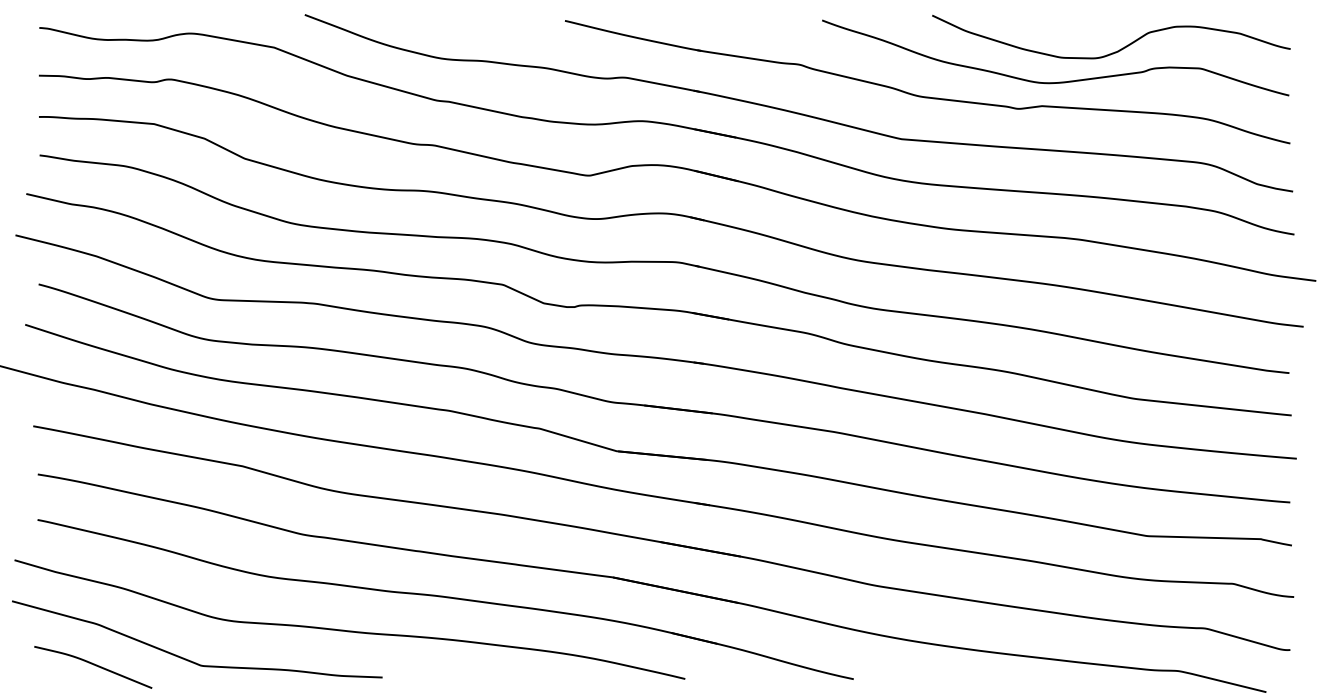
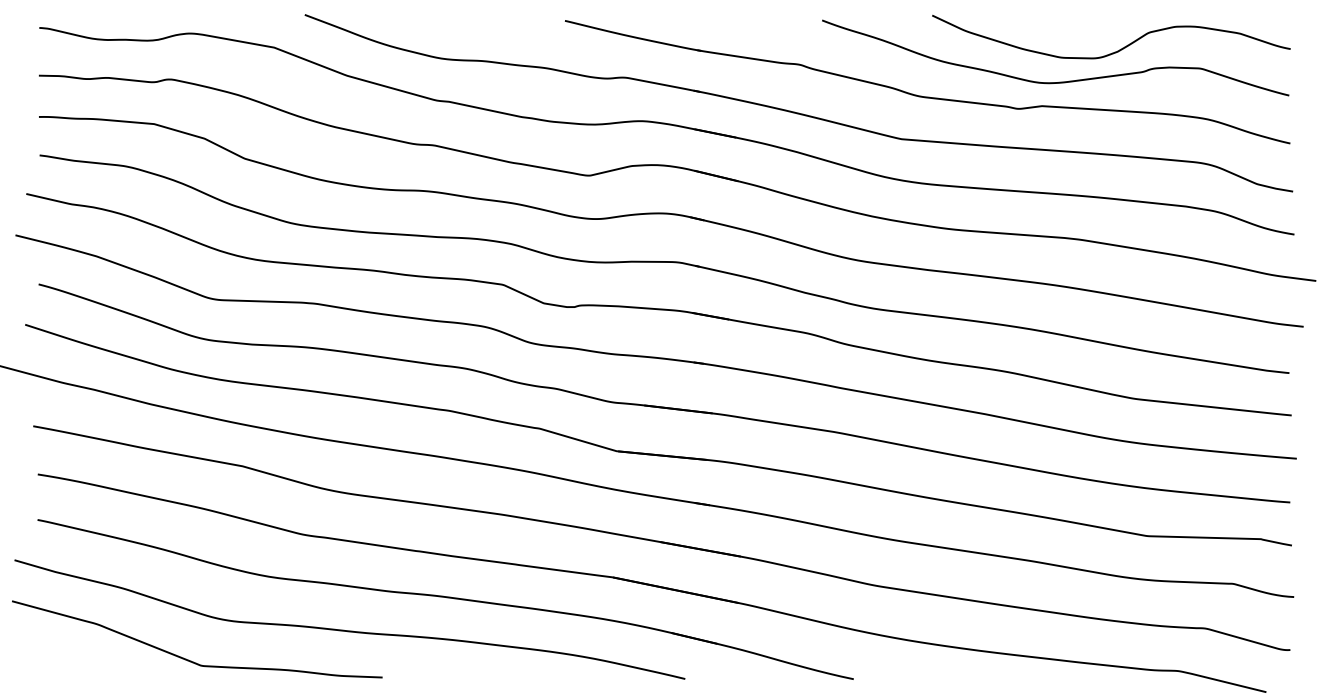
curve at (93, 665): present -> none
